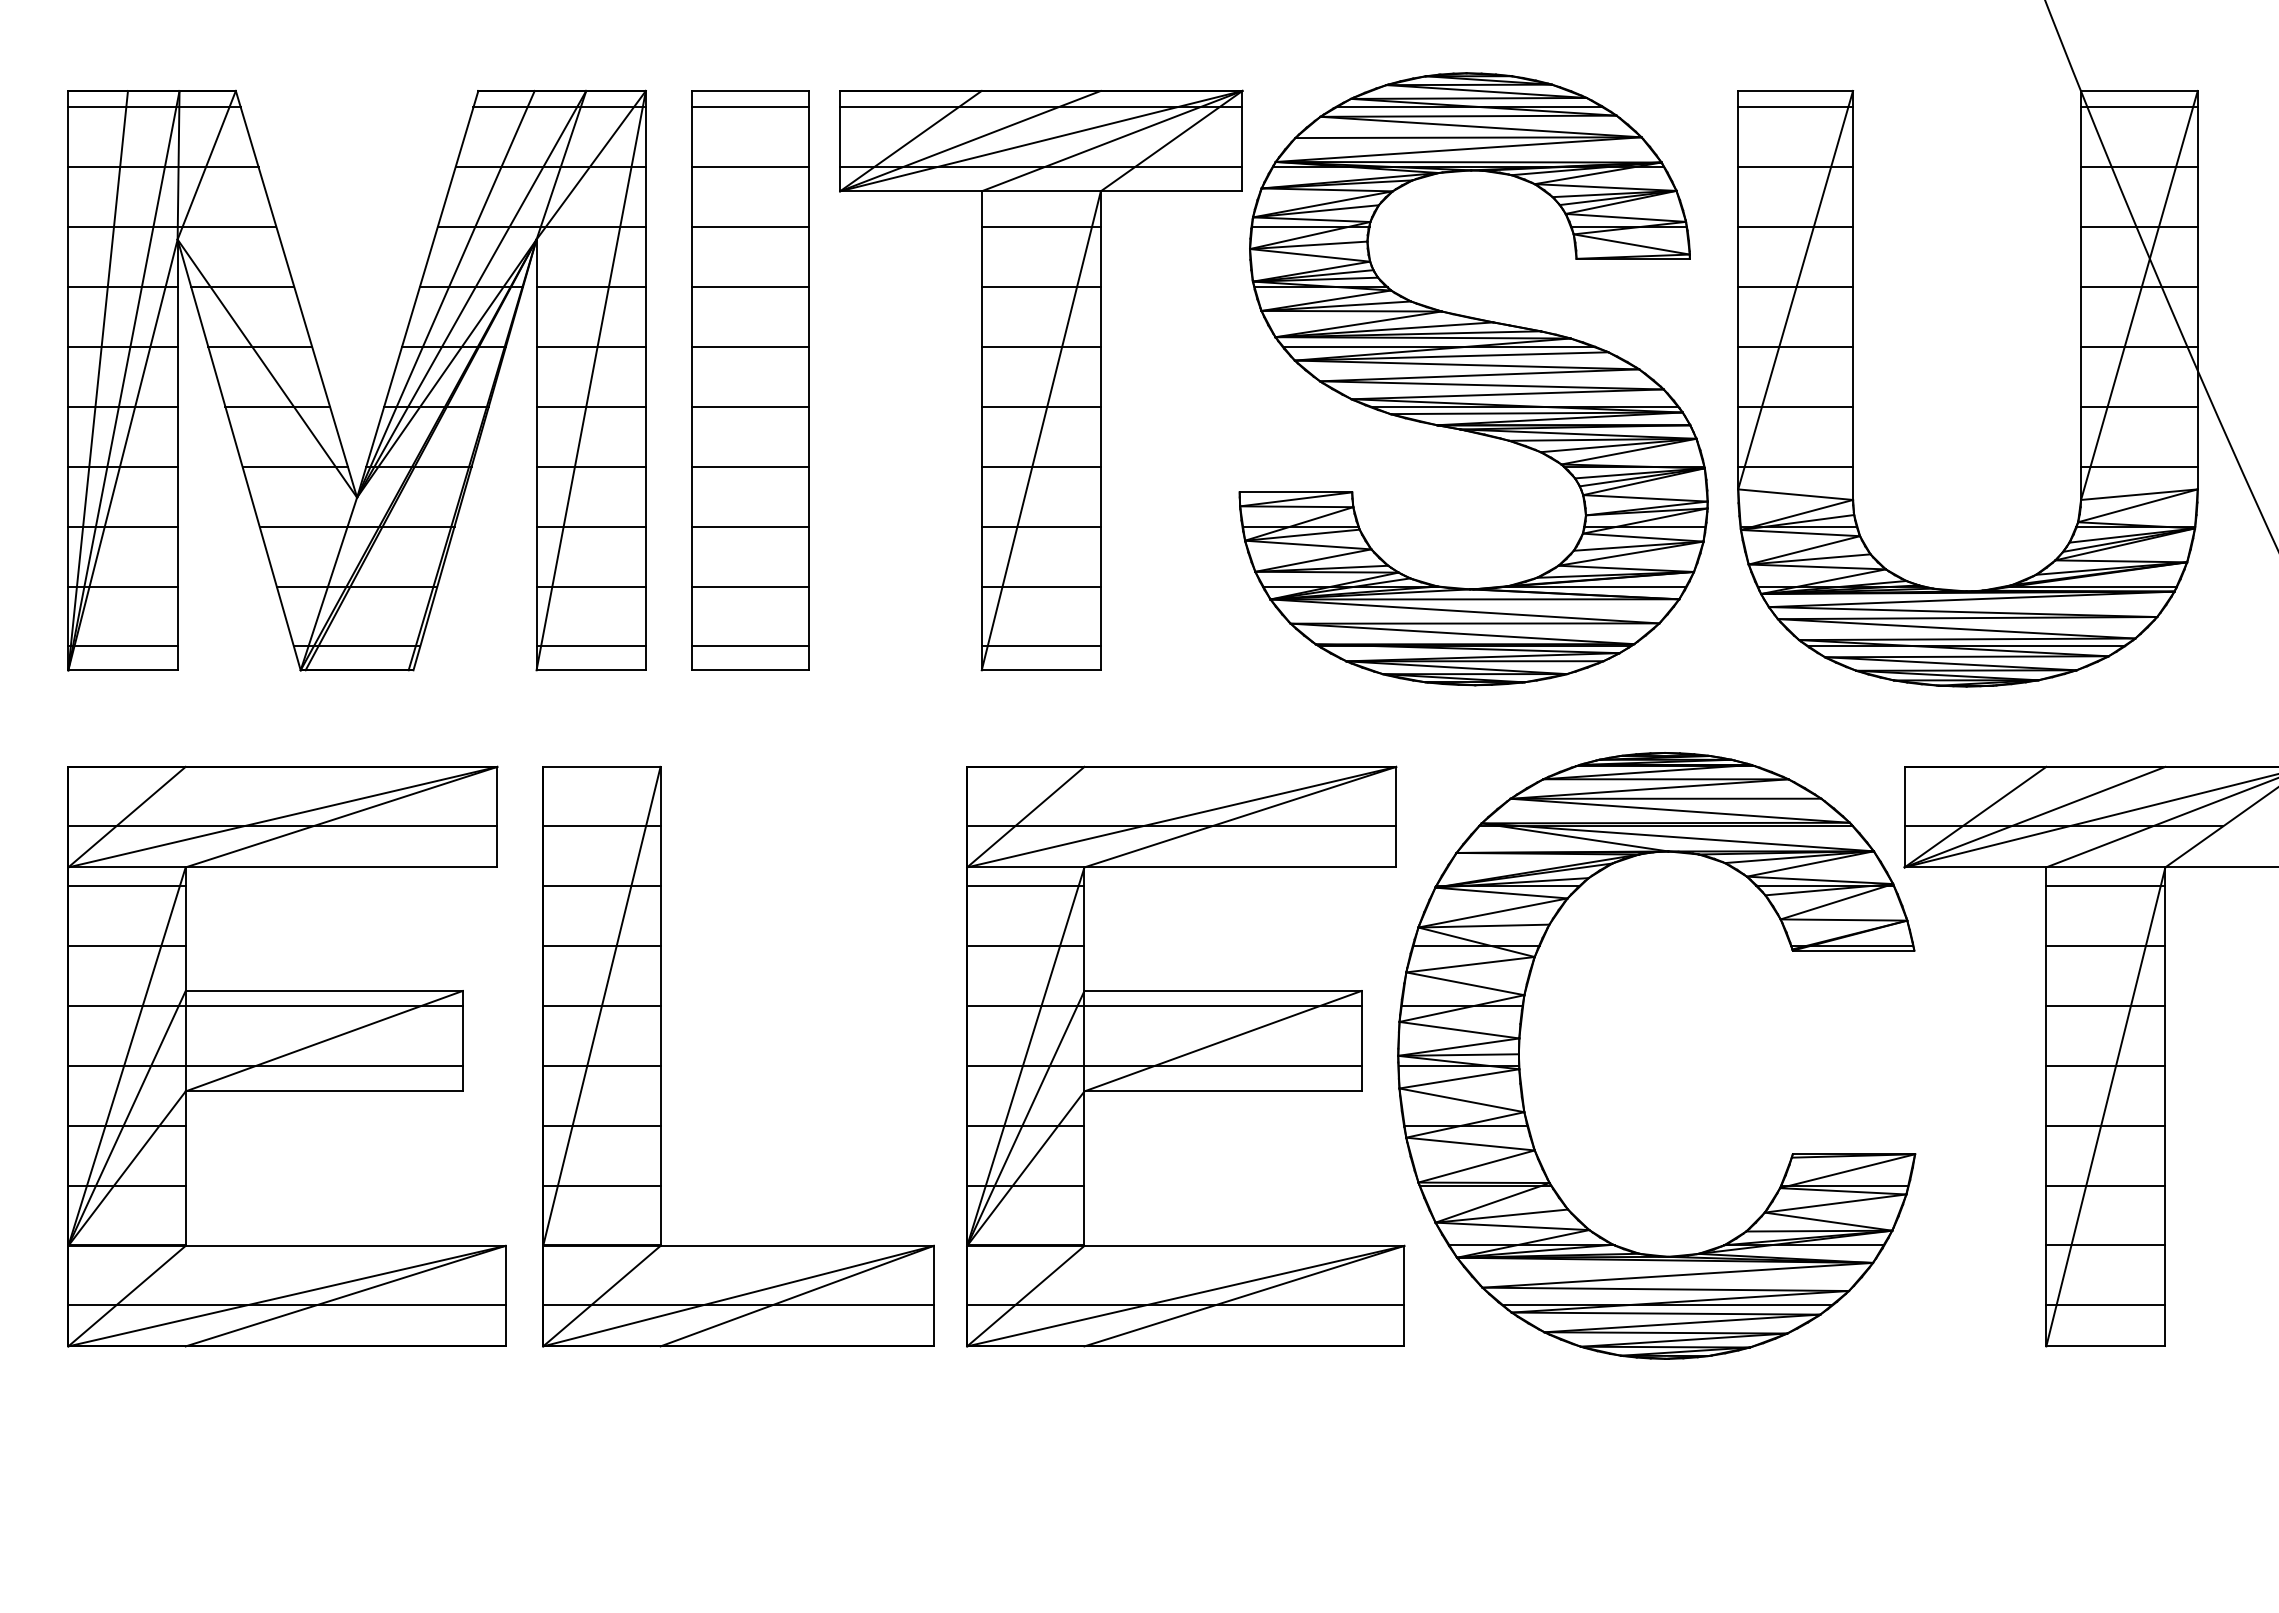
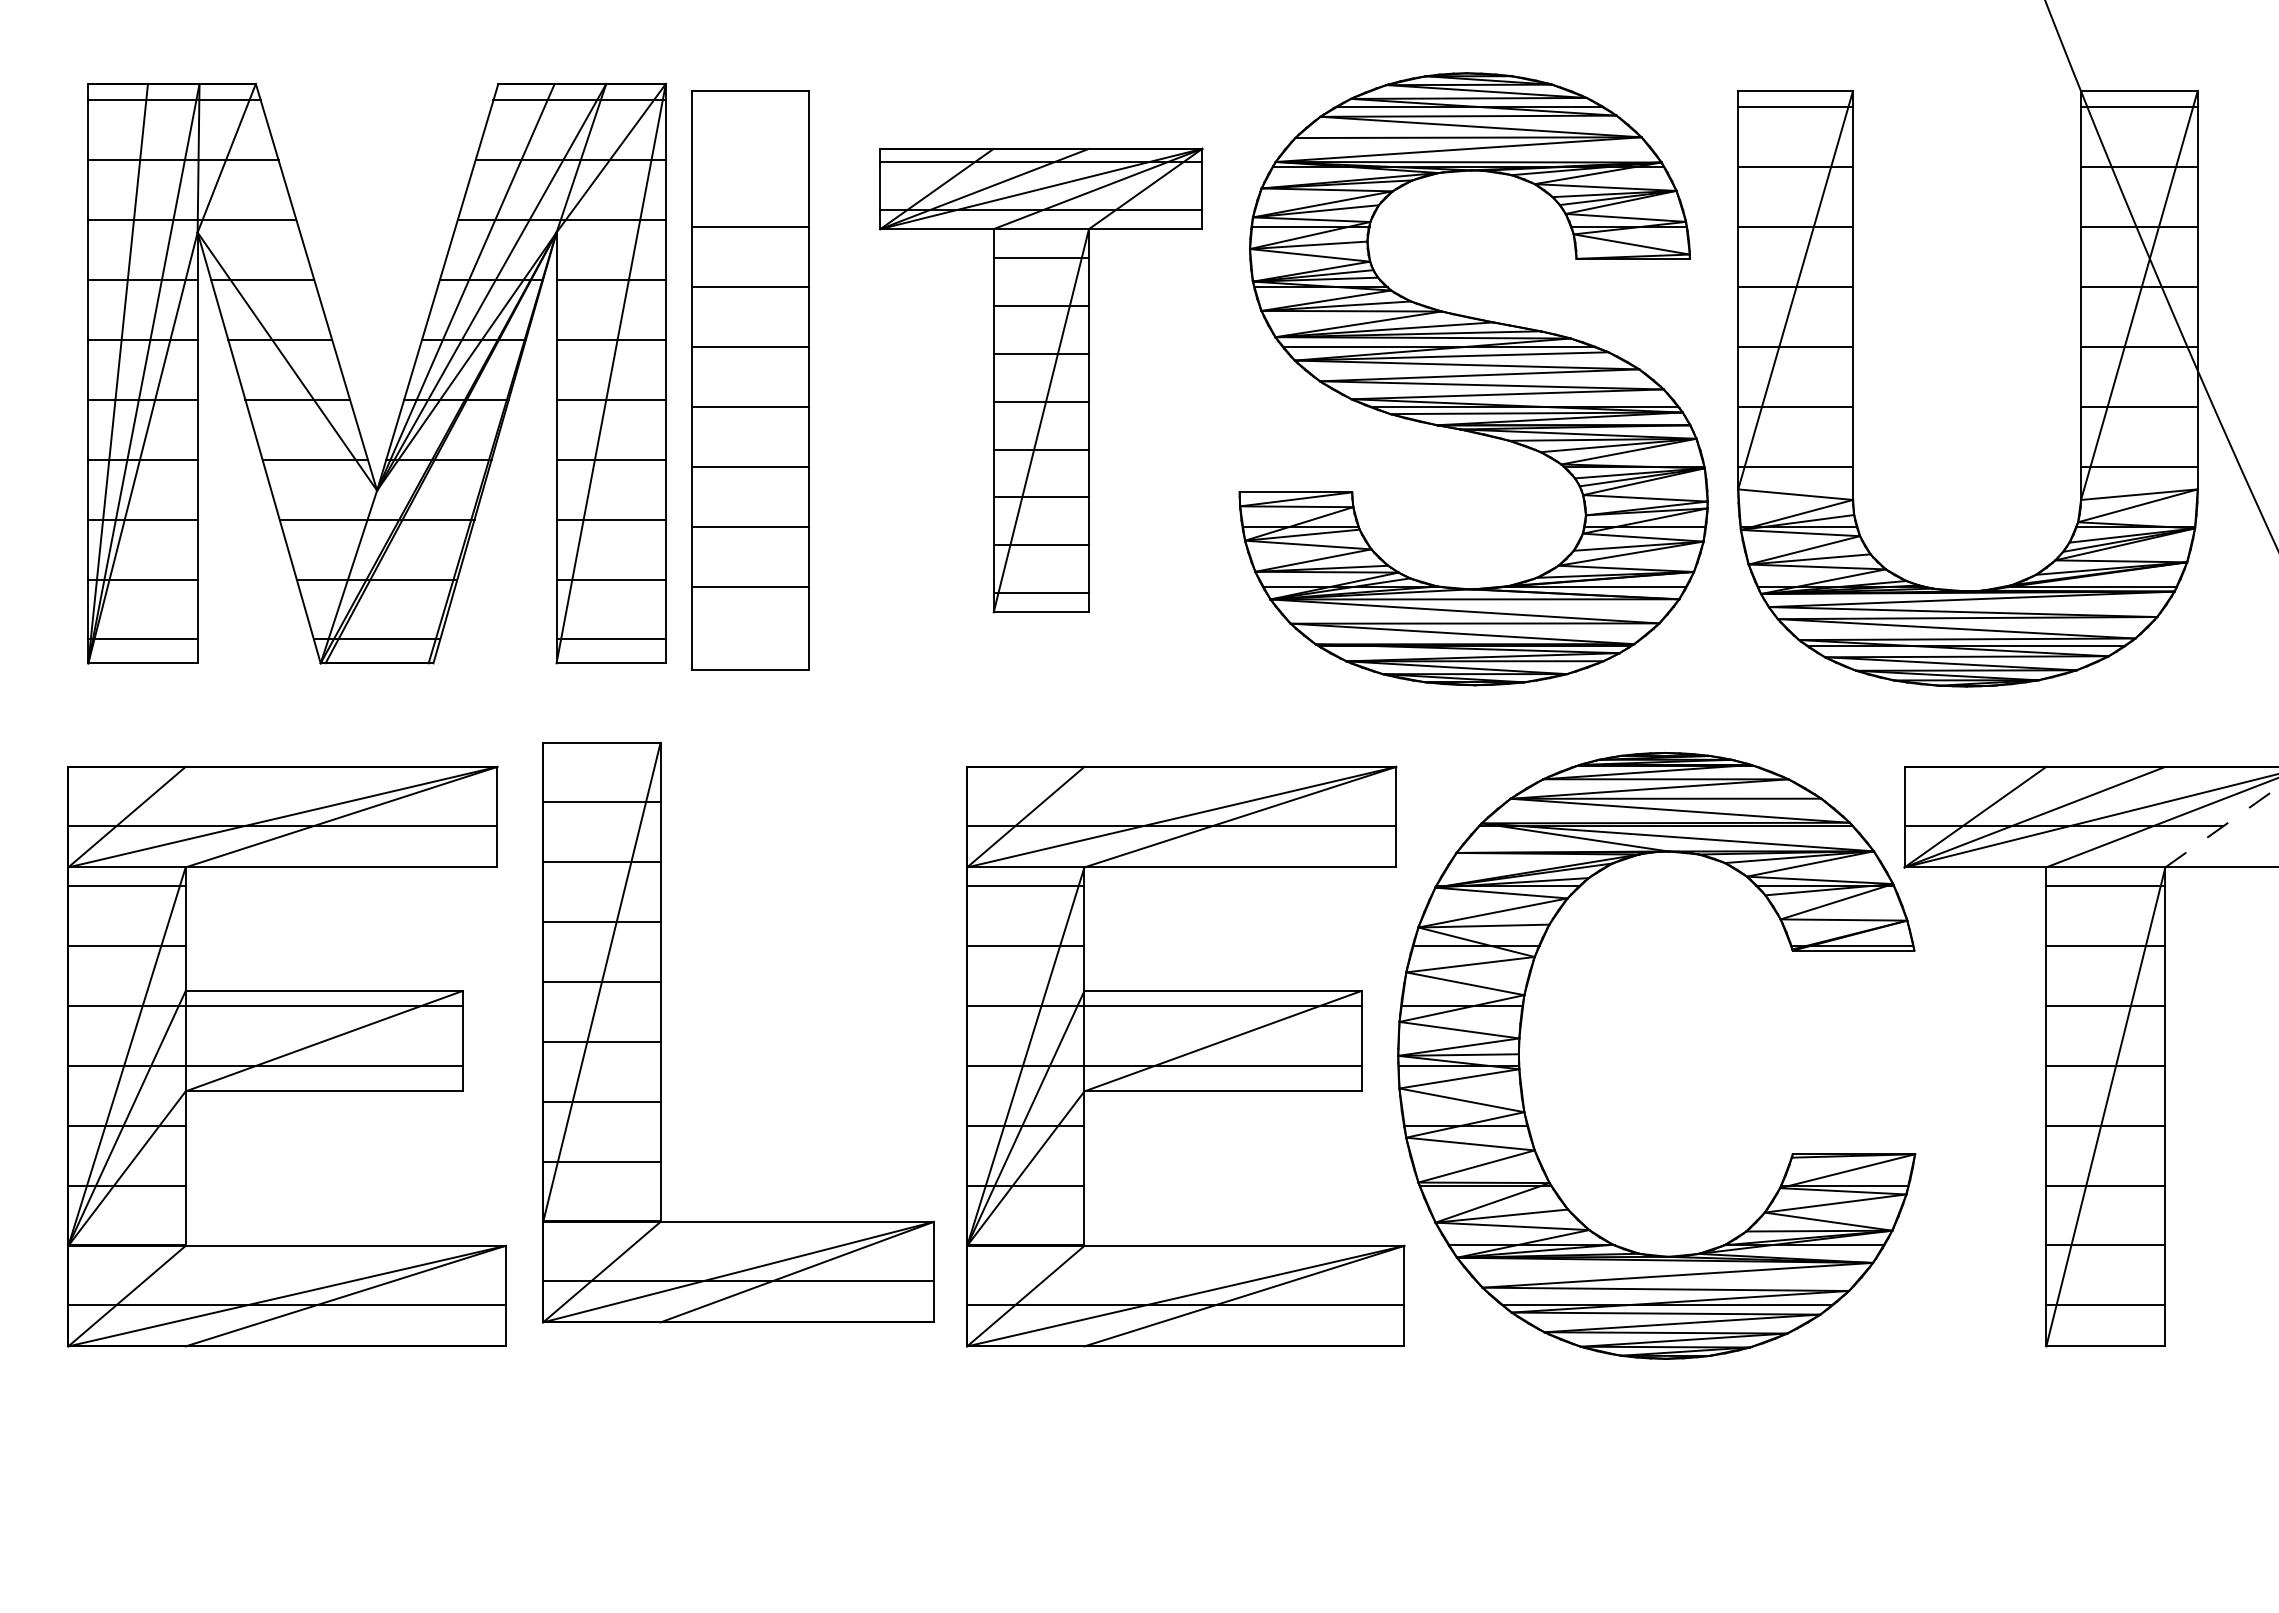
line at (750, 107): present -> none
line at (750, 167): present -> none
part at (1041, 380) size: 405x583 px -> 325x467 px
part at (326, 390) position: (326, 390) -> (346, 383)
line at (750, 646): present -> none
line at (2222, 826): solid -> dashed
part at (661, 1056) position: (661, 1056) -> (661, 1032)
